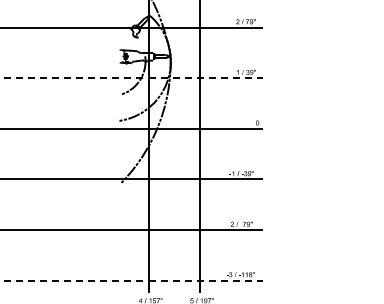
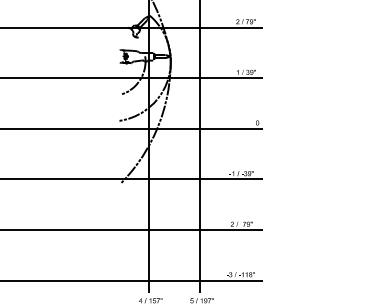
line at (131, 78): dashed -> solid
line at (131, 280): dashed -> solid
